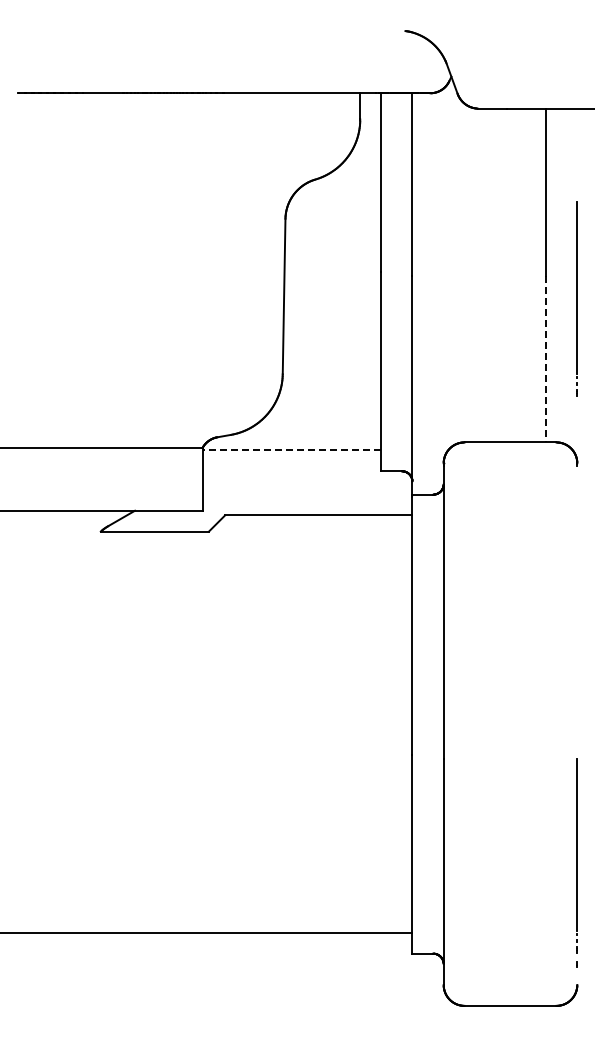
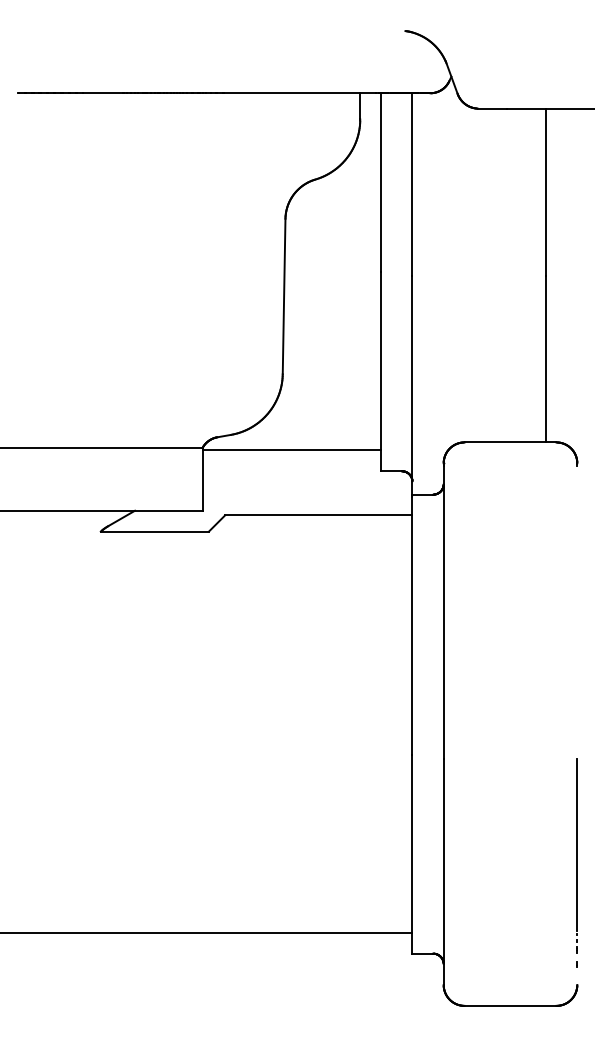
line at (576, 298): present -> none
line at (546, 359): dashed -> solid
line at (291, 450): dashed -> solid
